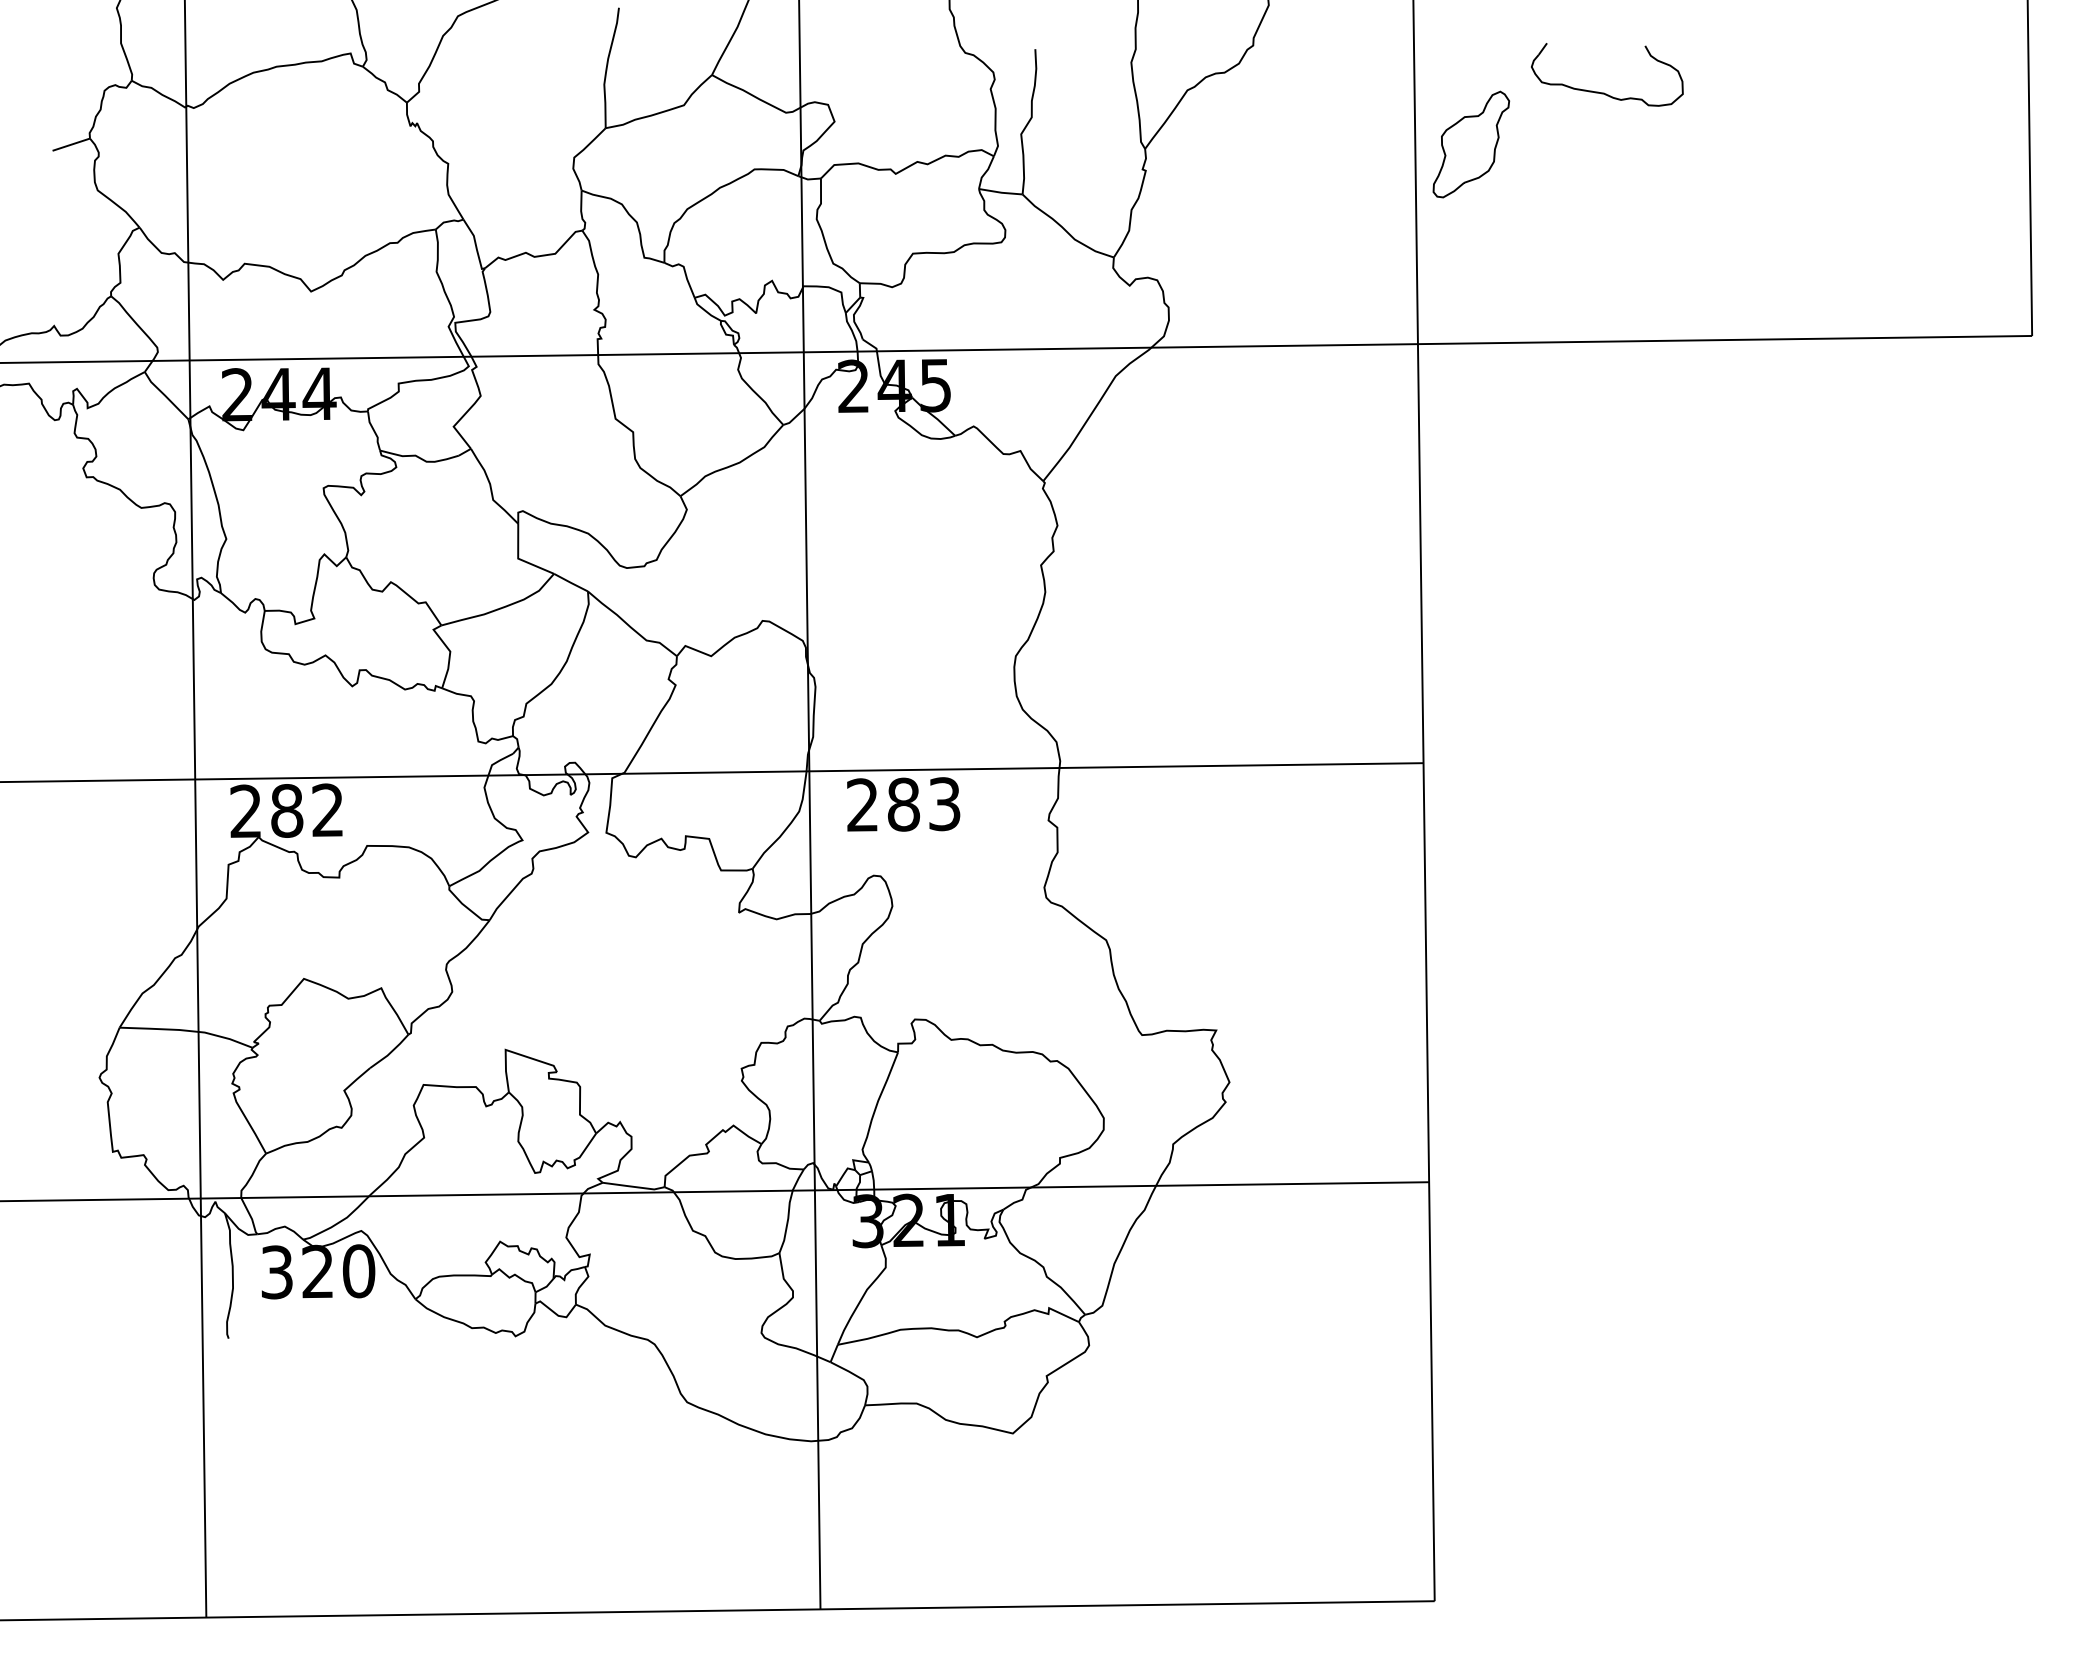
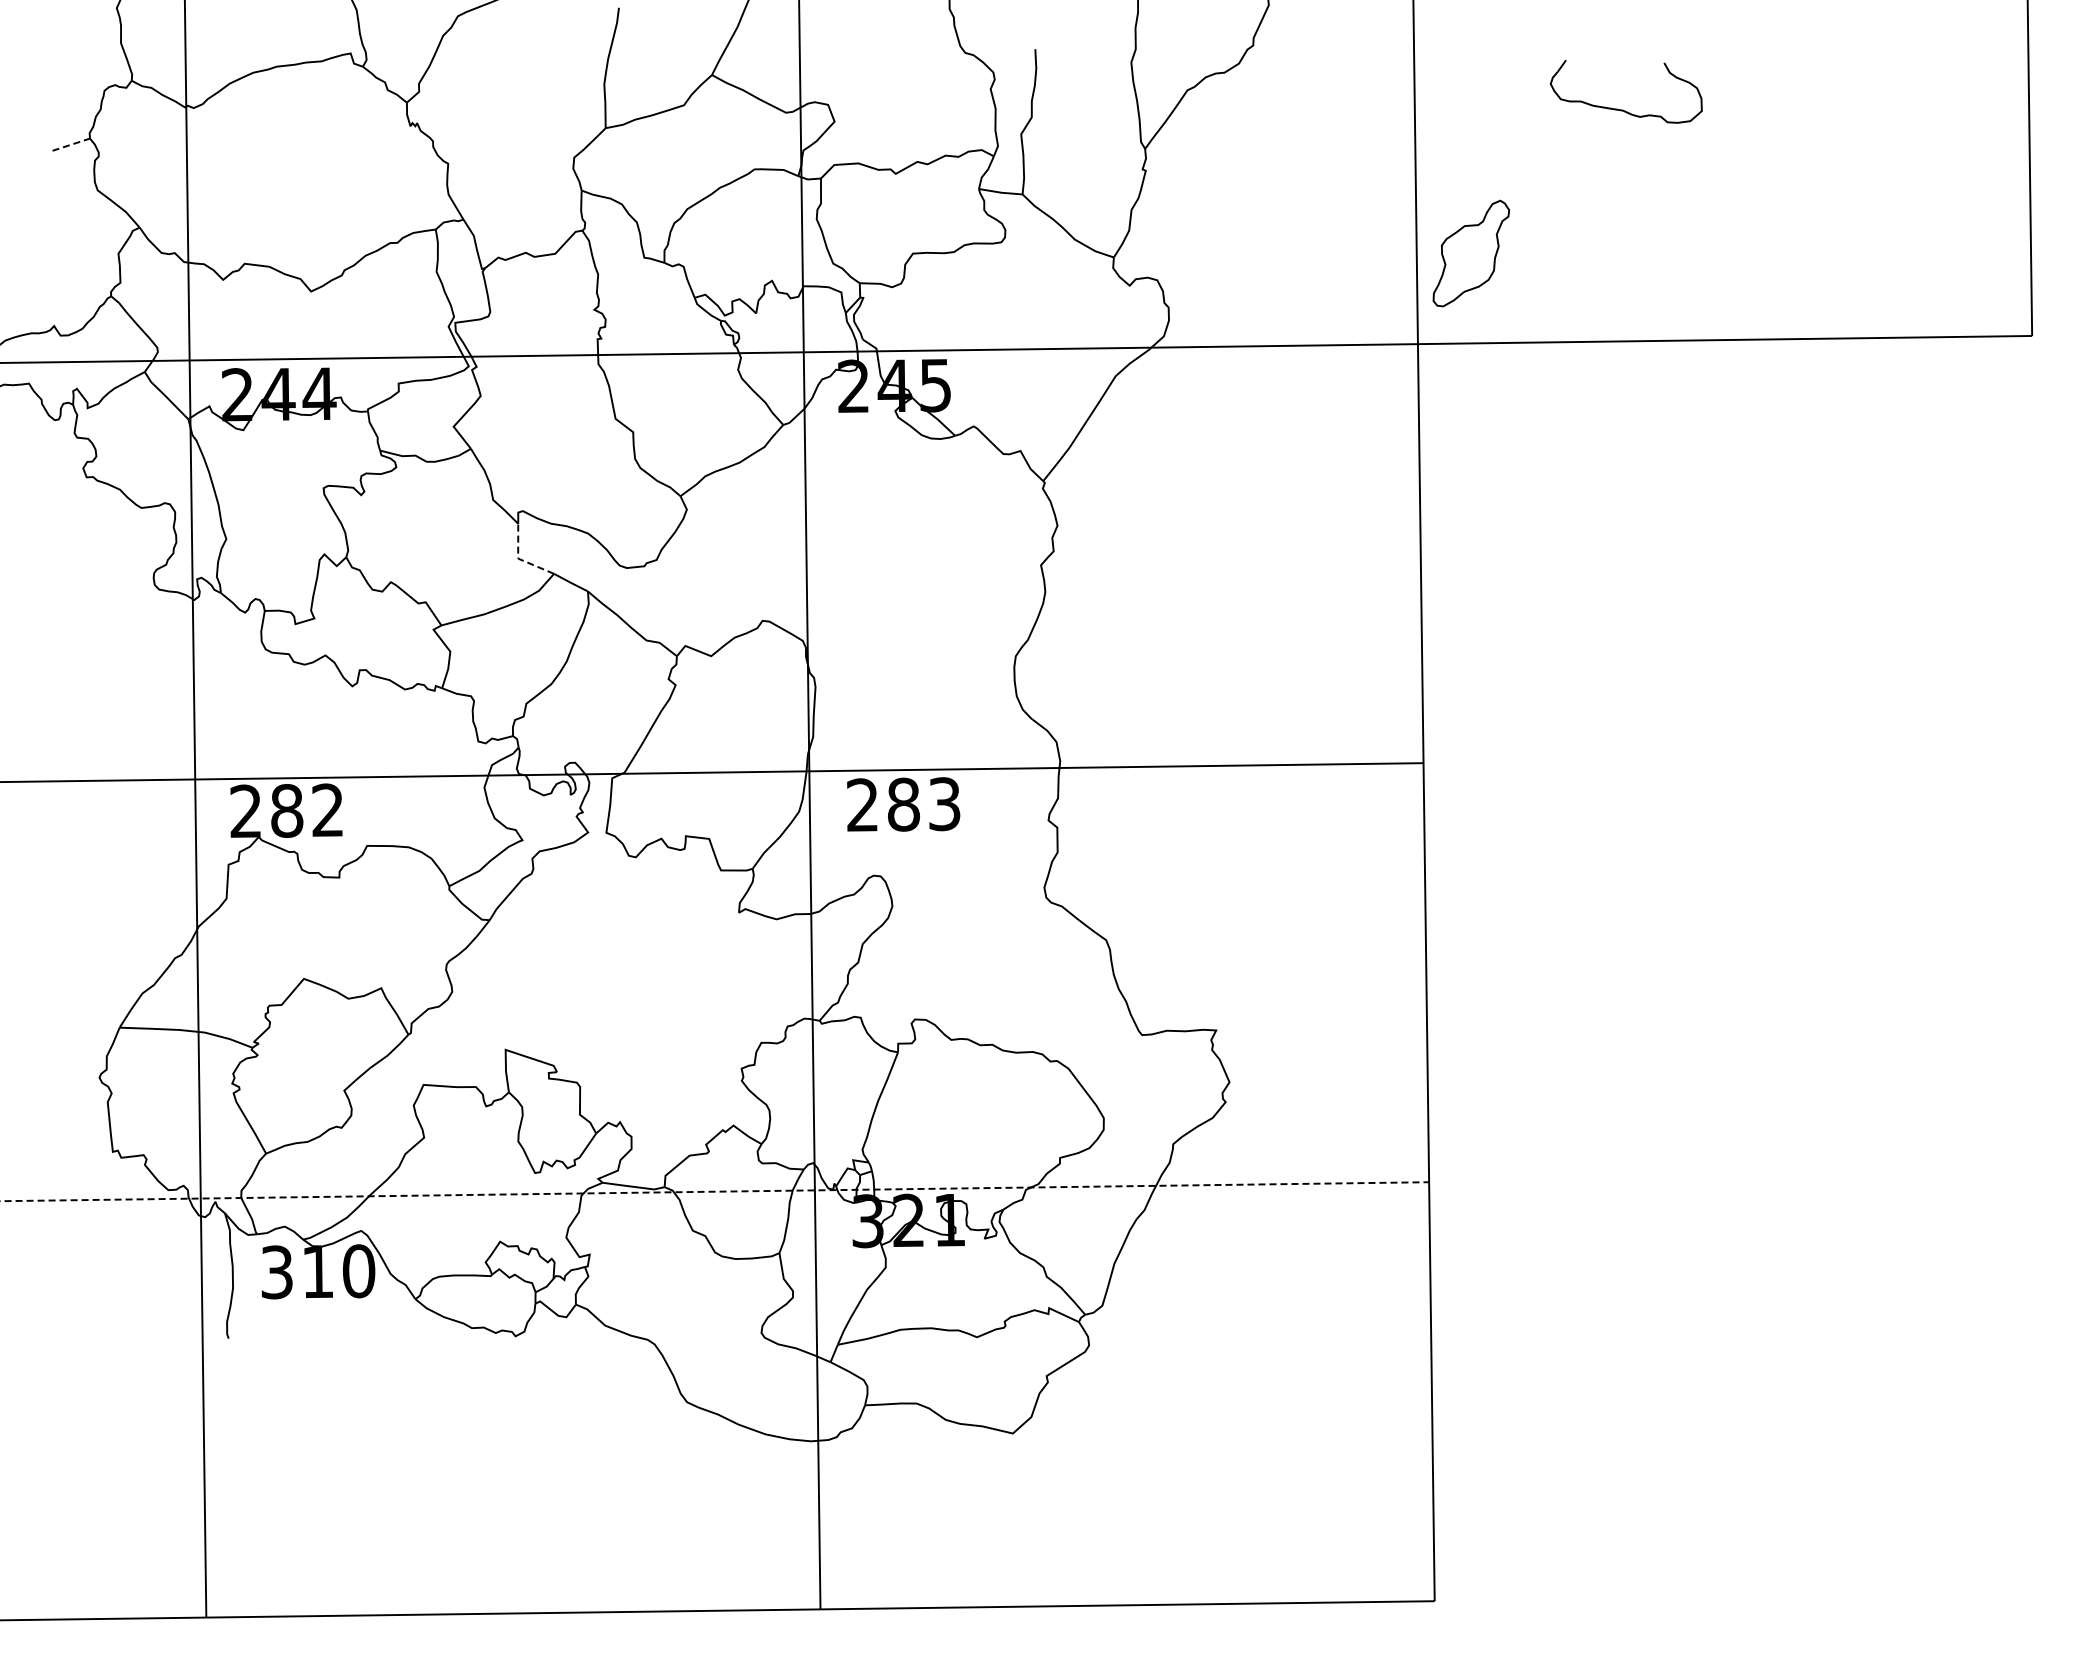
part at (1604, 92) position: (1604, 92) -> (1623, 109)
line at (71, 144): solid -> dashed
part at (1471, 144) position: (1471, 144) -> (1471, 253)
line at (519, 559): solid -> dashed
line at (715, 1191): solid -> dashed
text at (317, 1271): 320 -> 310
